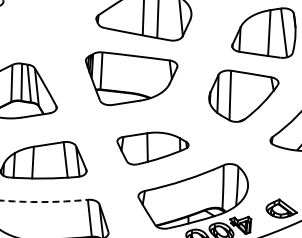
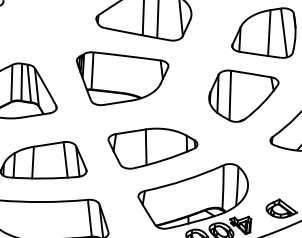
part at (131, 78) position: (131, 78) -> (122, 78)
part at (152, 148) size: 74x35 px -> 92x43 px
arc at (43, 202): dashed -> solid
